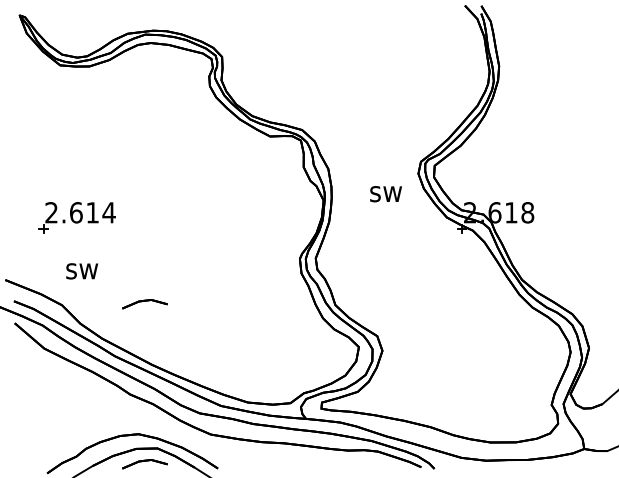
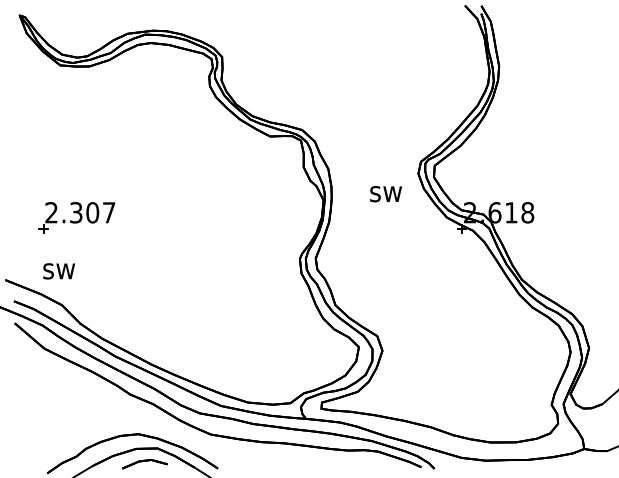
text at (92, 212): 2.614 -> 2.307
text at (82, 271) position: (82, 271) -> (59, 271)
part at (144, 304): present -> none
